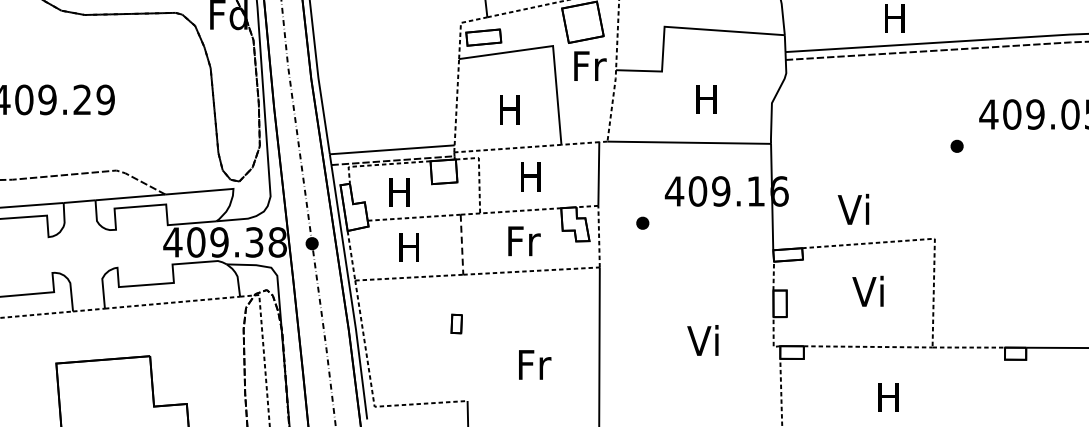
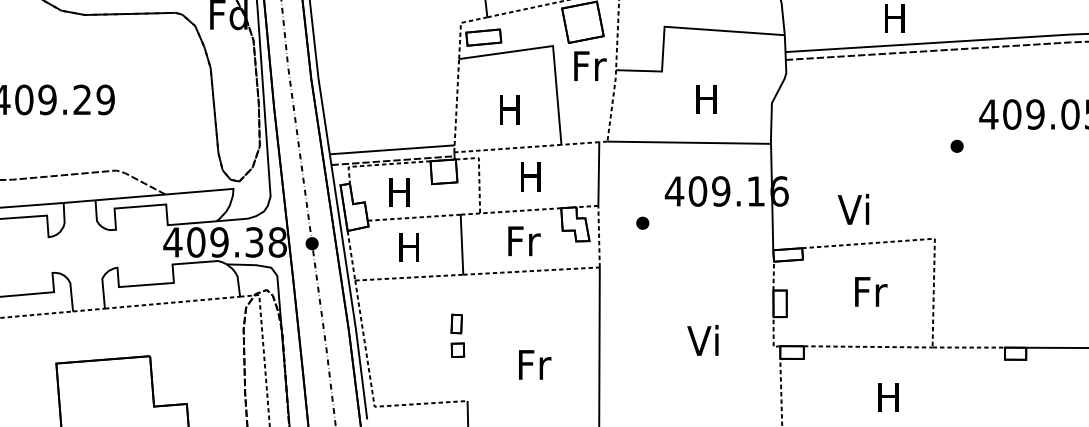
line at (462, 245): dashed -> solid
text at (869, 290): Vi -> Fr
part at (457, 349): none -> present
